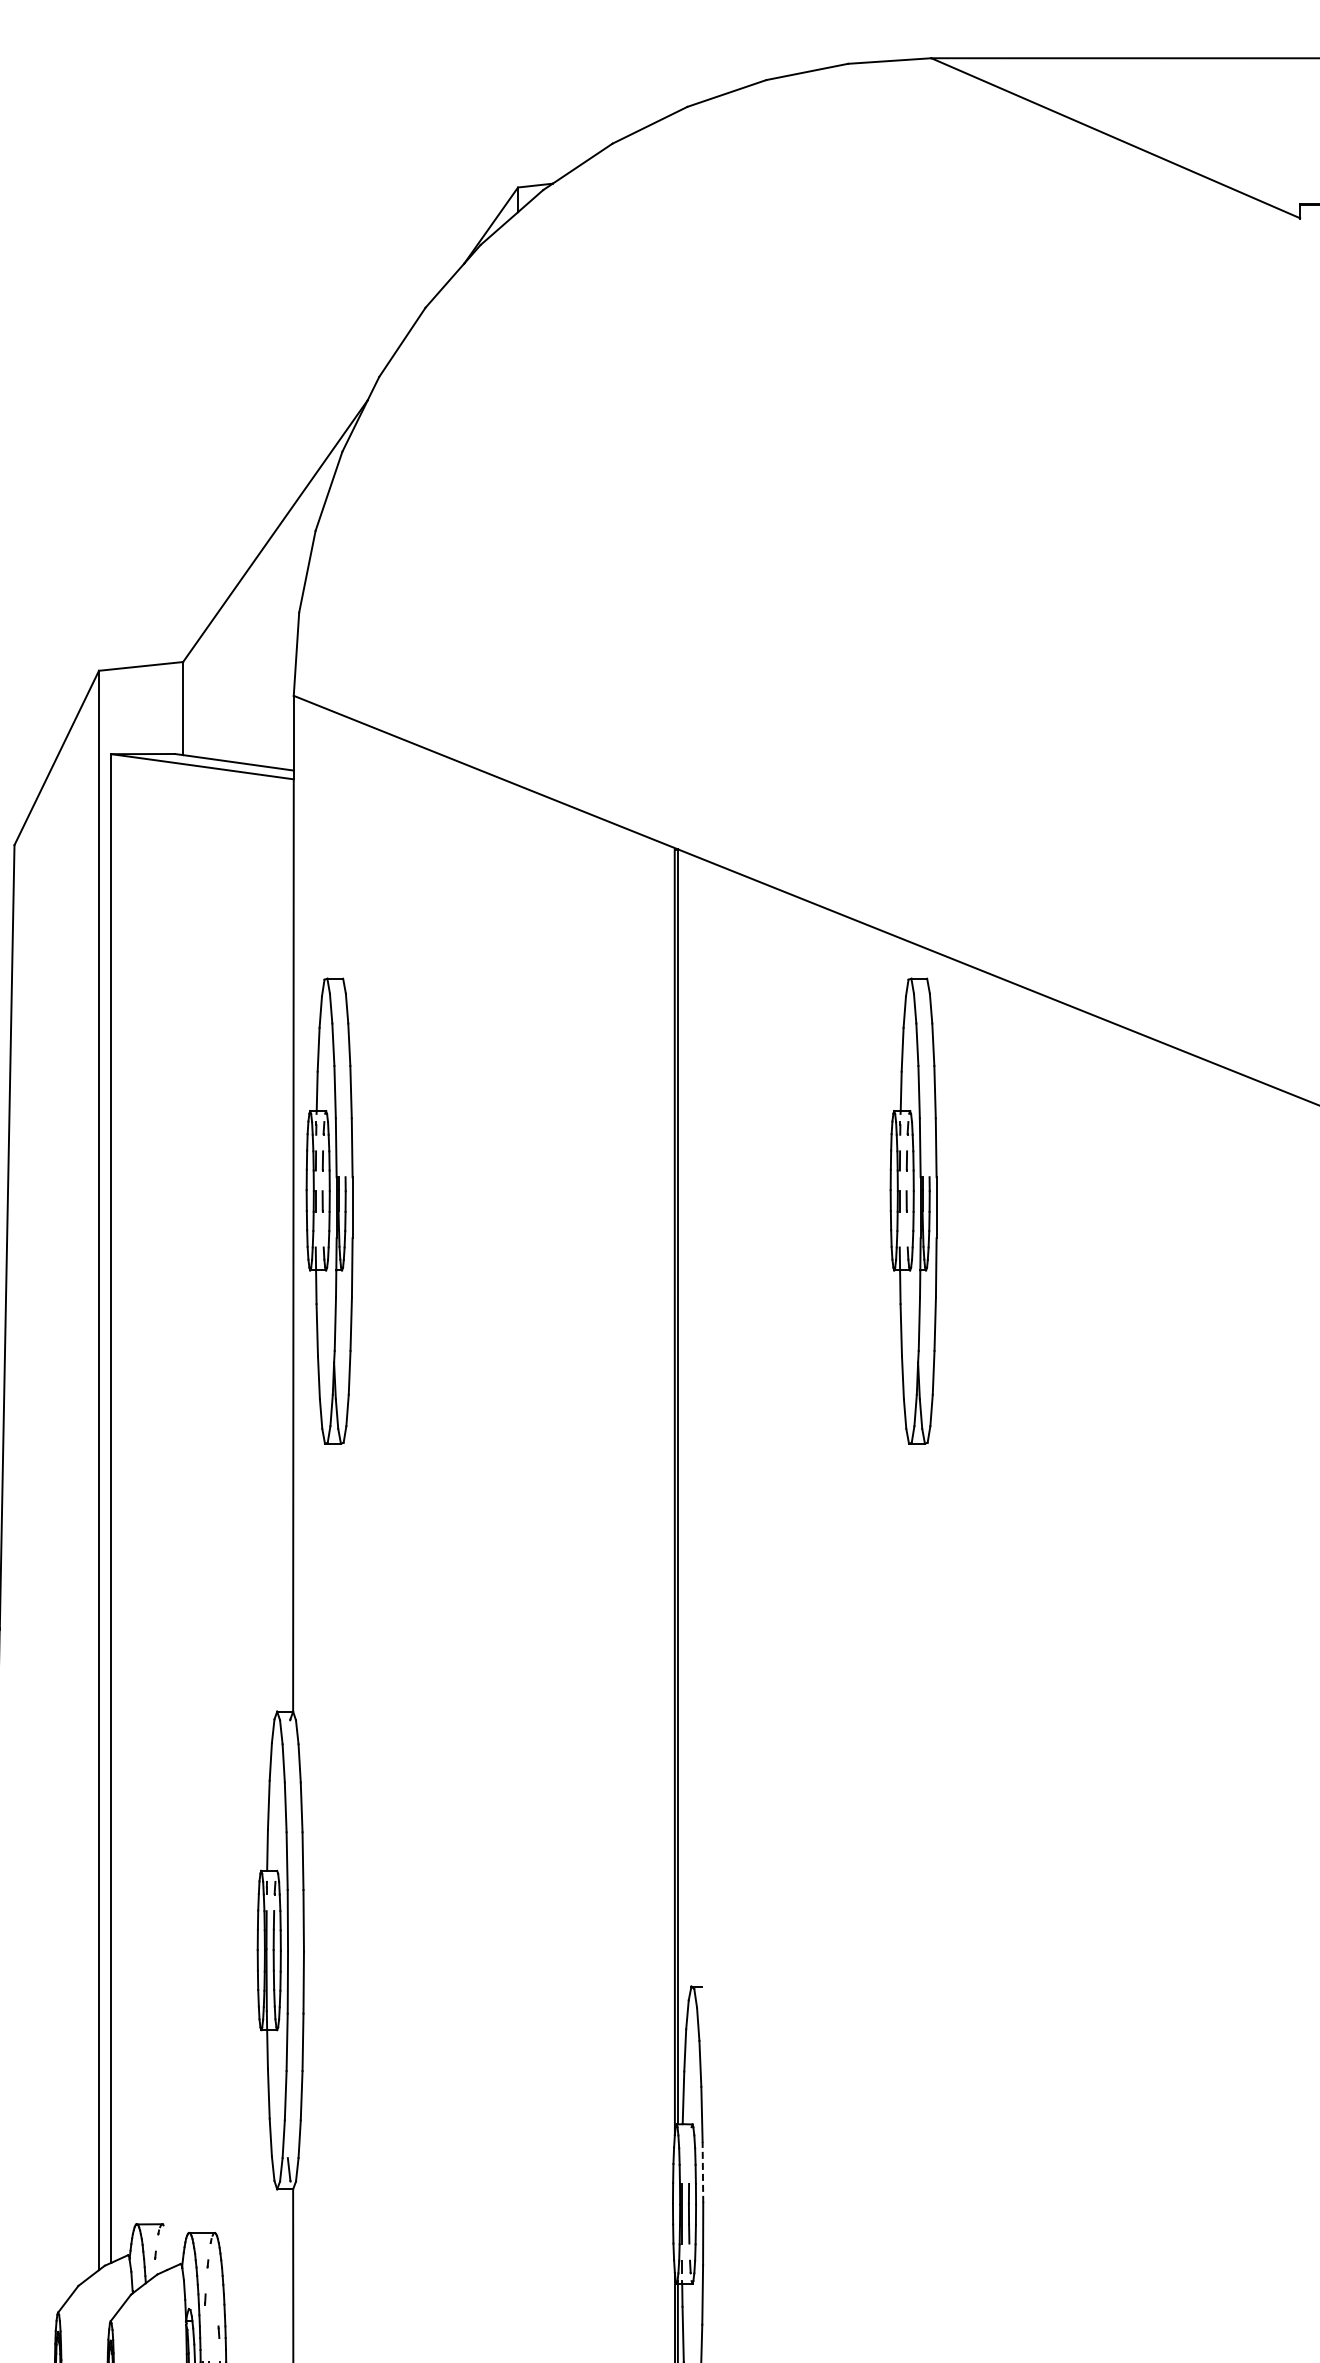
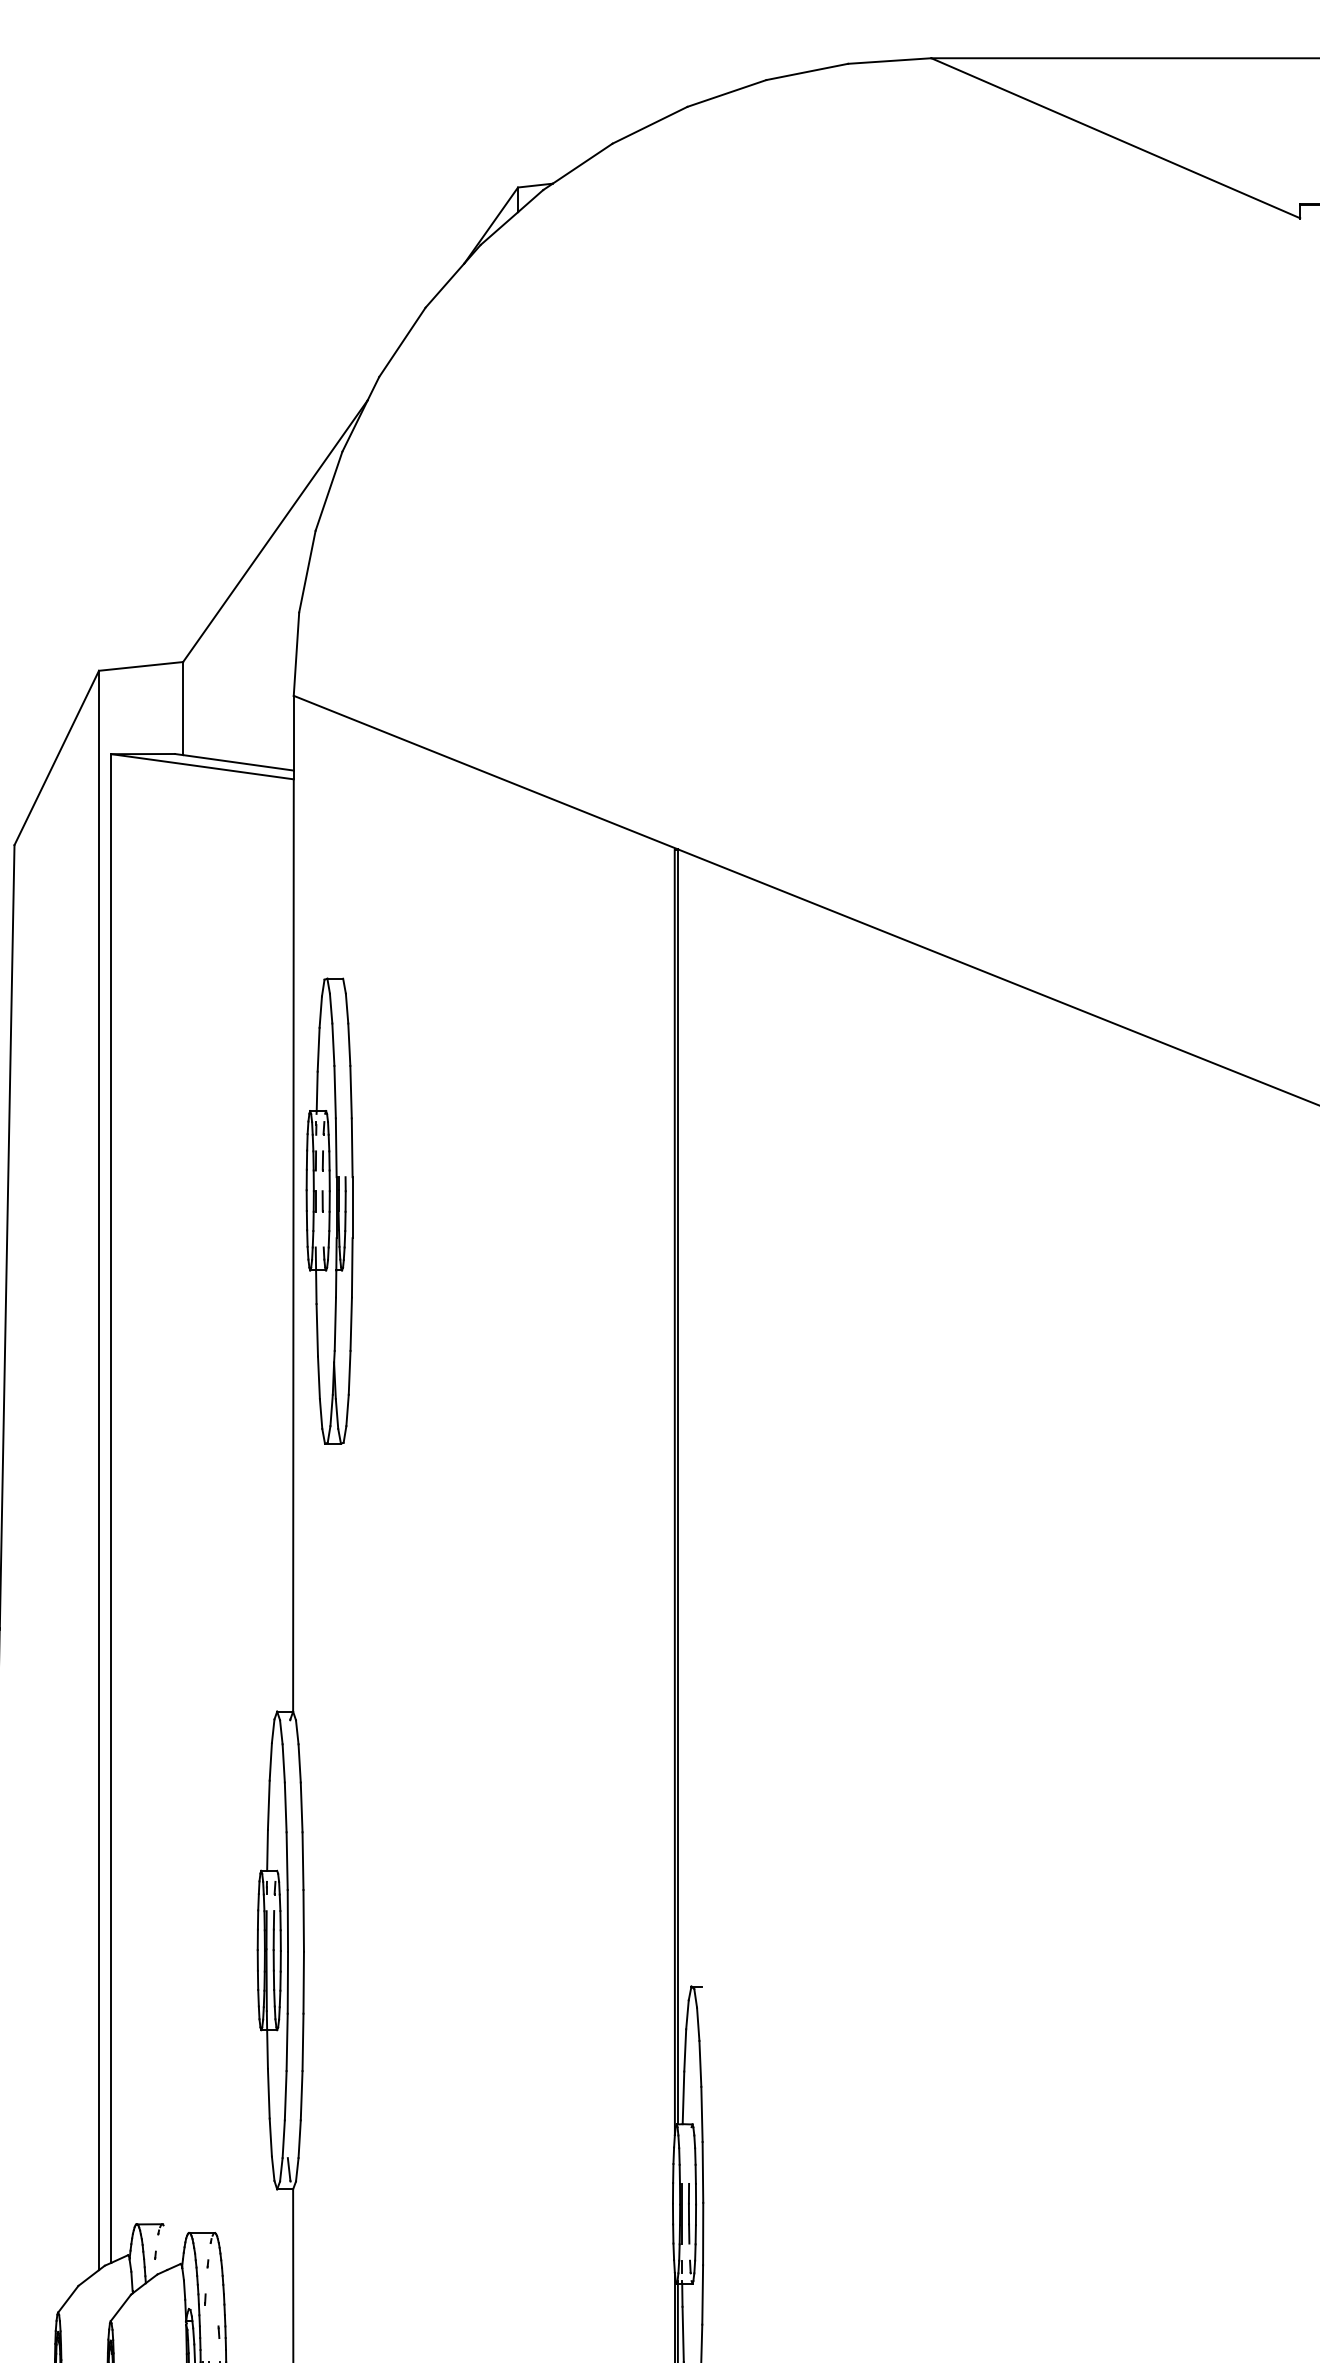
part at (913, 1210): present -> none
line at (702, 2171): dashed -> solid
